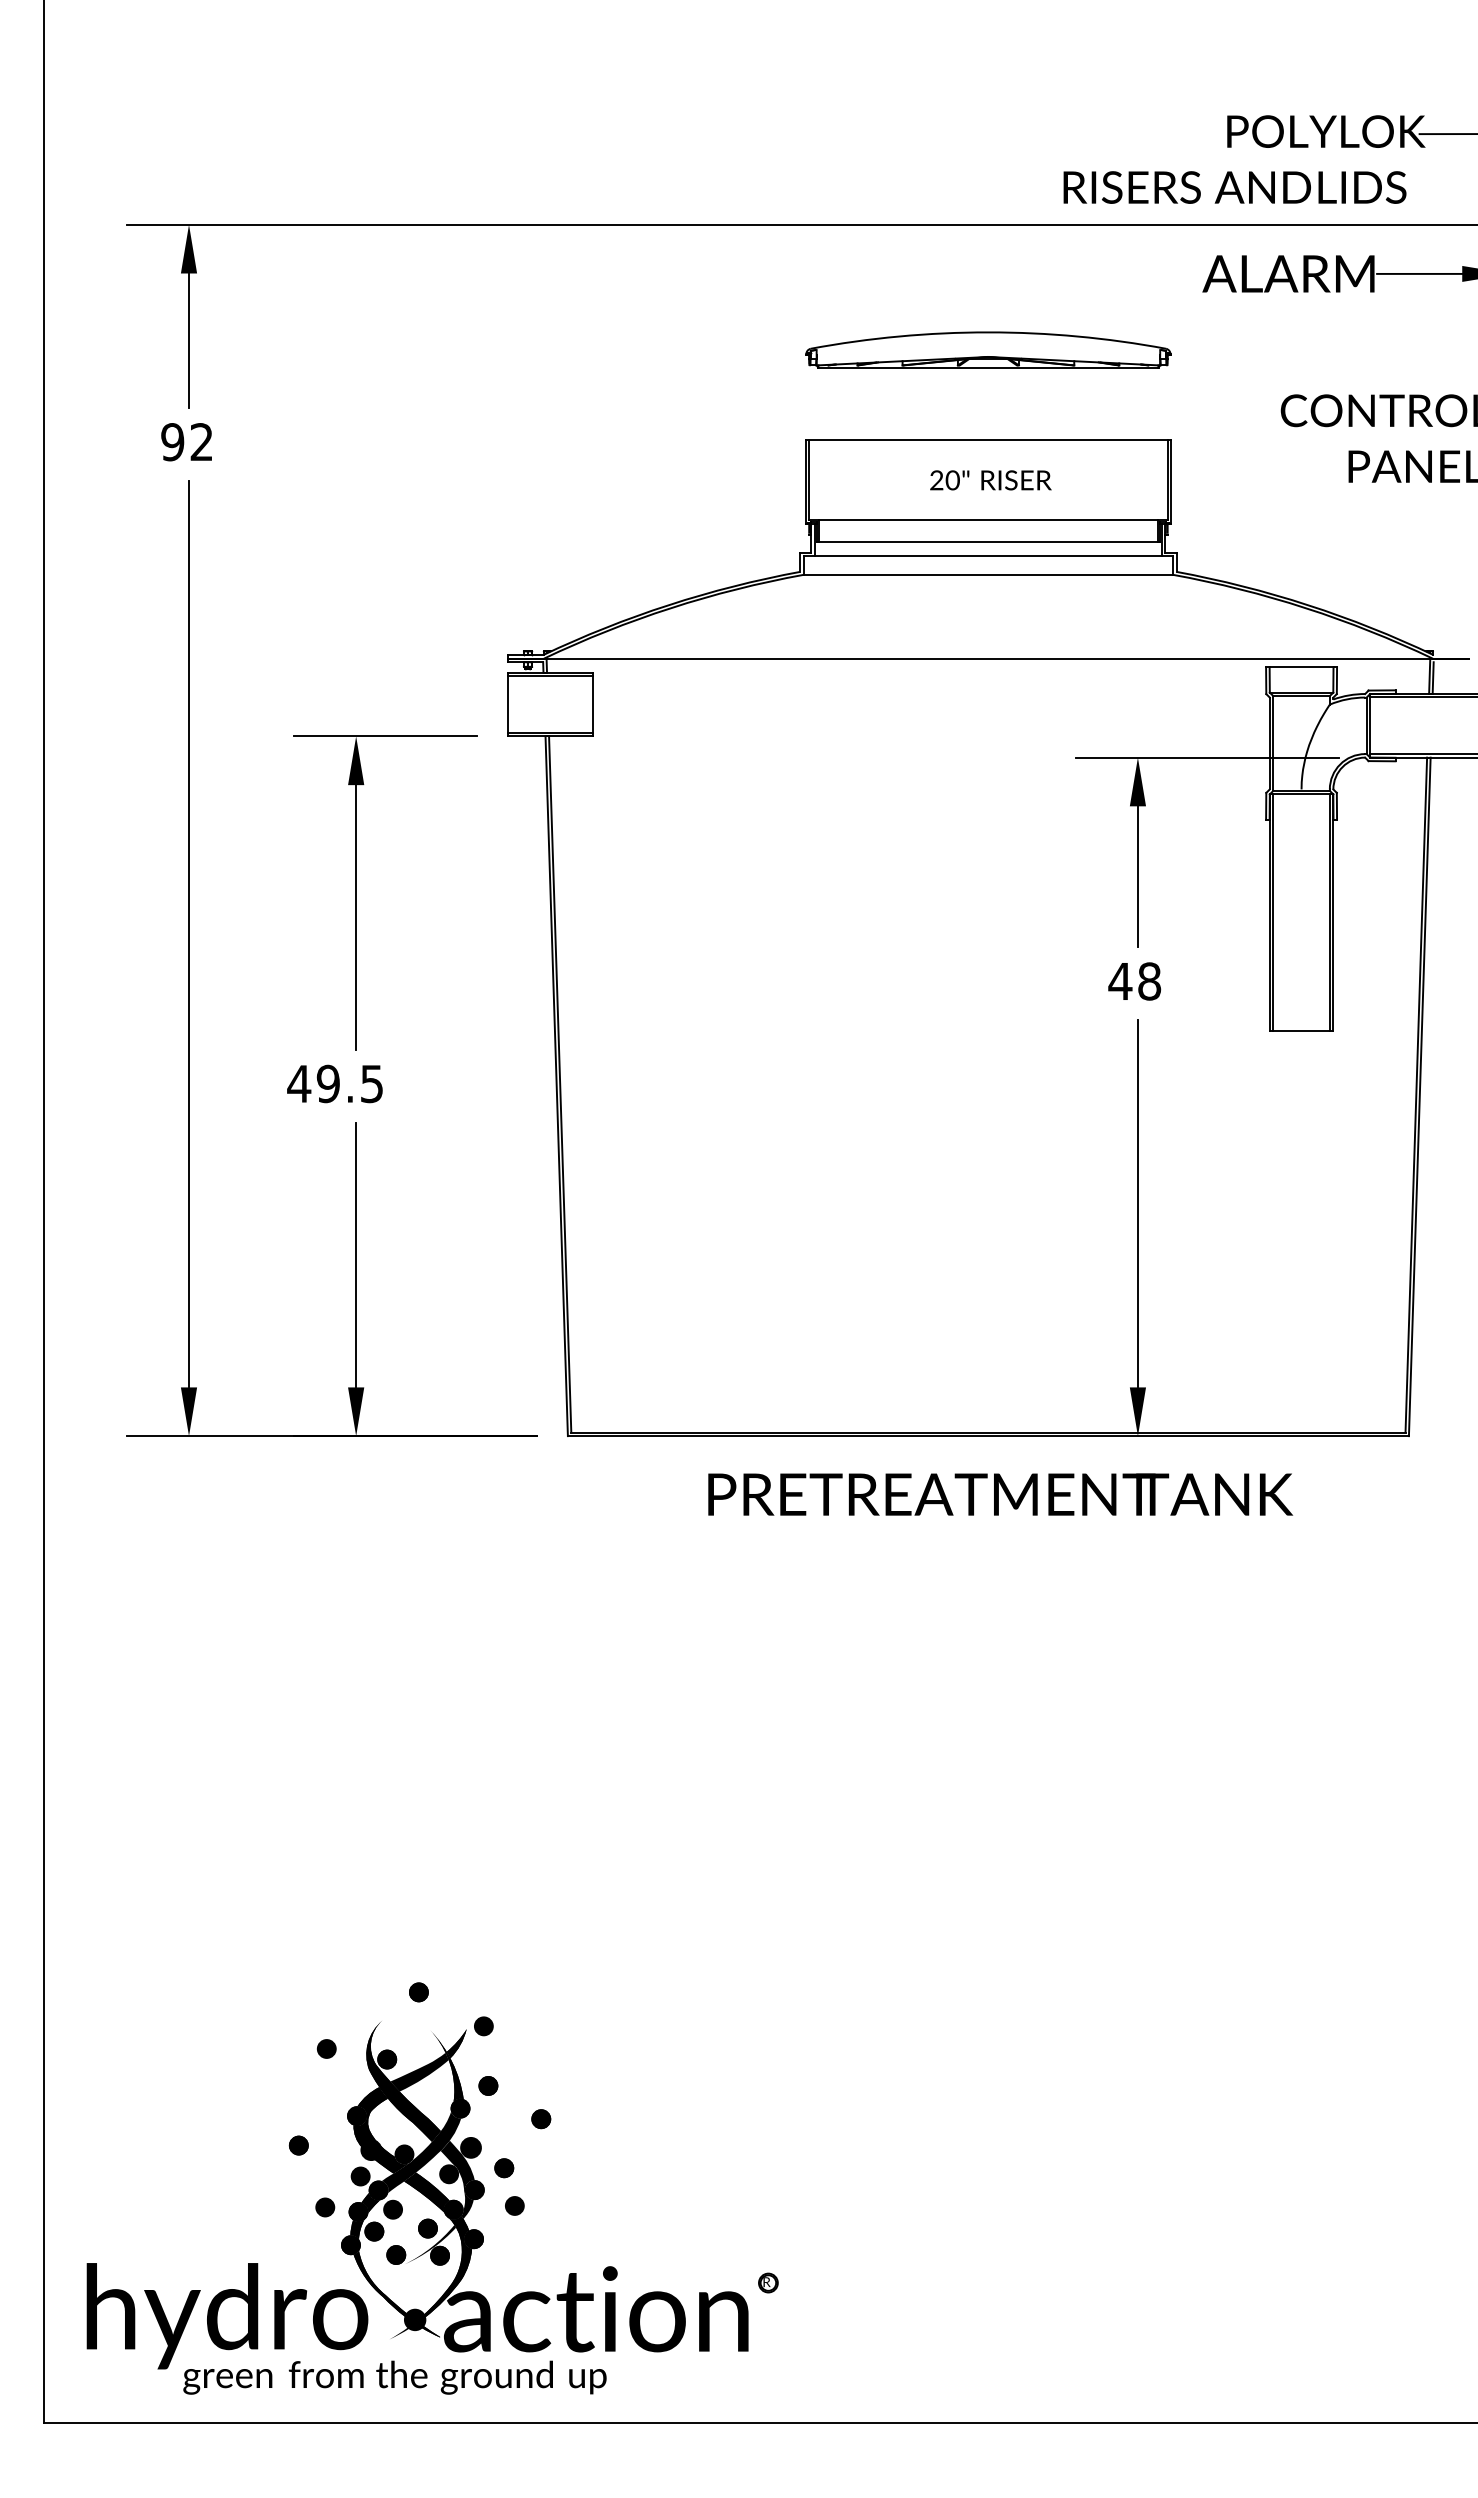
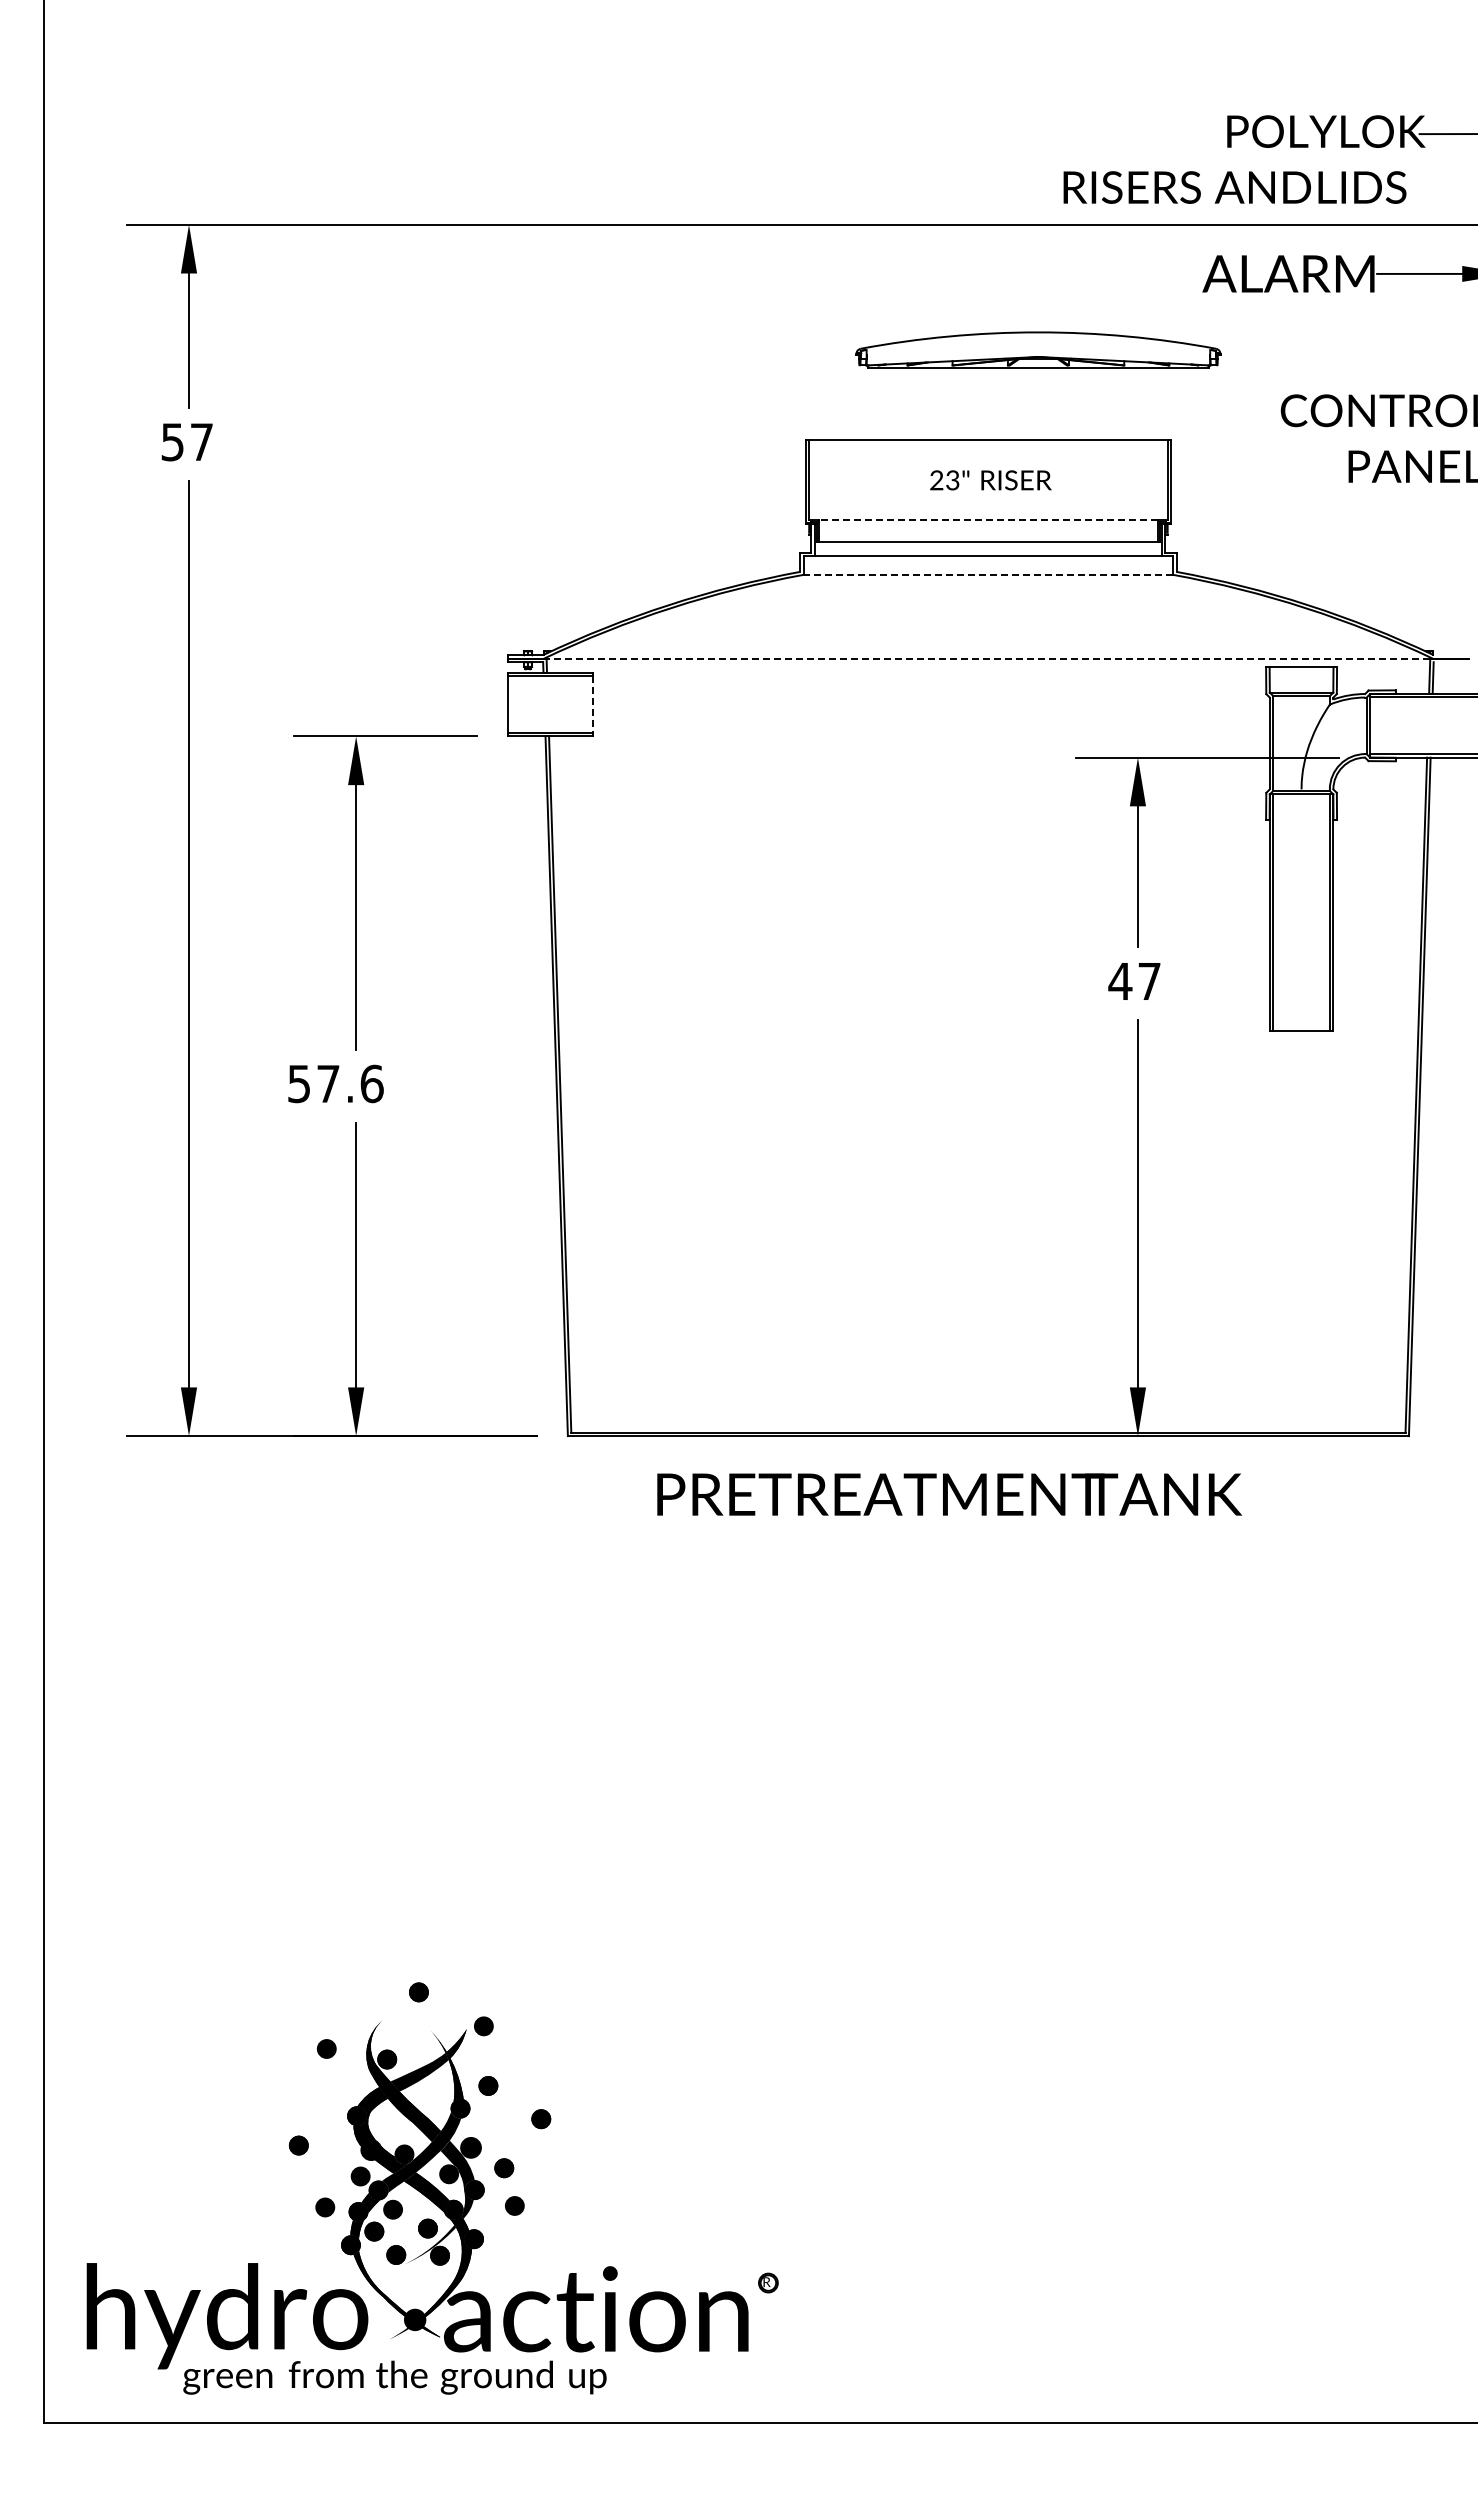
part at (988, 349) position: (988, 349) -> (1038, 349)
text at (186, 442): 92 -> 57
text at (952, 480): 20" -> 23"
line at (988, 519): solid -> dashed
line at (988, 574): solid -> dashed
line at (988, 658): solid -> dashed
line at (592, 705): solid -> dashed
text at (1149, 981): 48 -> 47
text at (335, 1083): 49.5 -> 57.6
text at (1000, 1494) position: (1000, 1494) -> (949, 1494)
